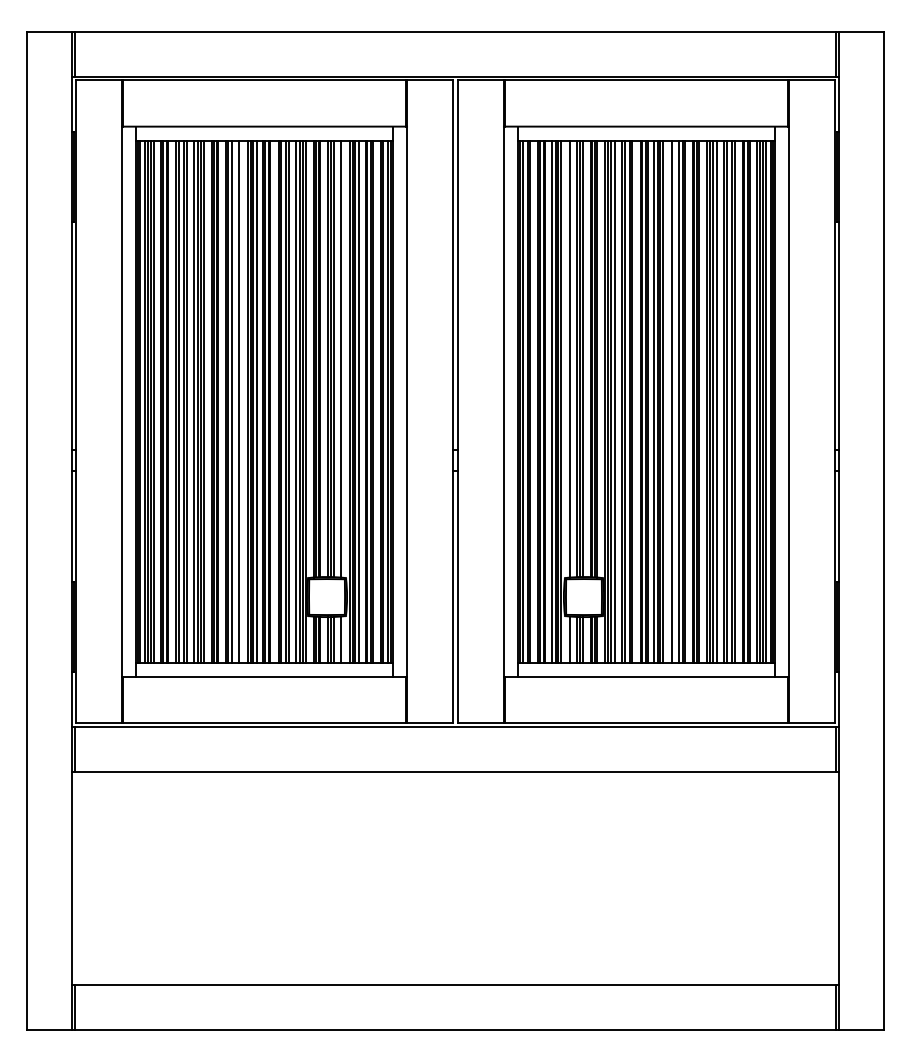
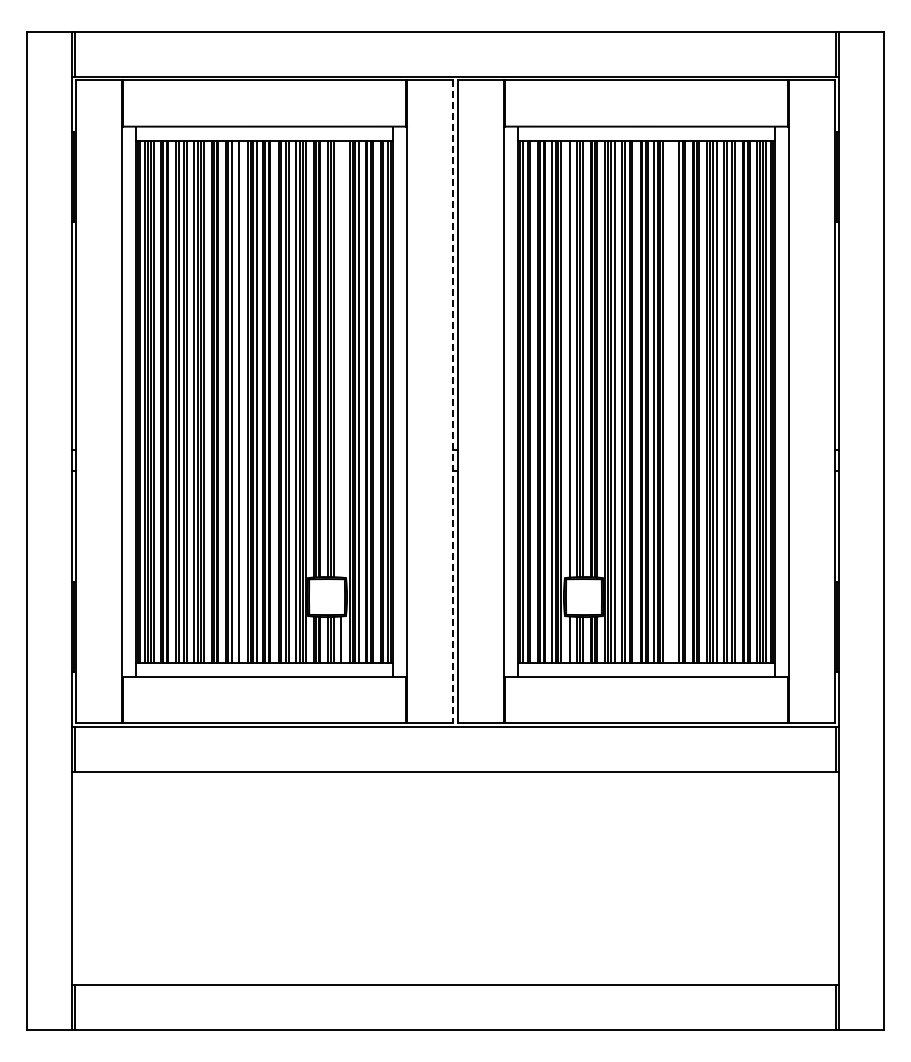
line at (340, 358): present -> none
line at (453, 401): solid -> dashed
line at (672, 401): present -> none
